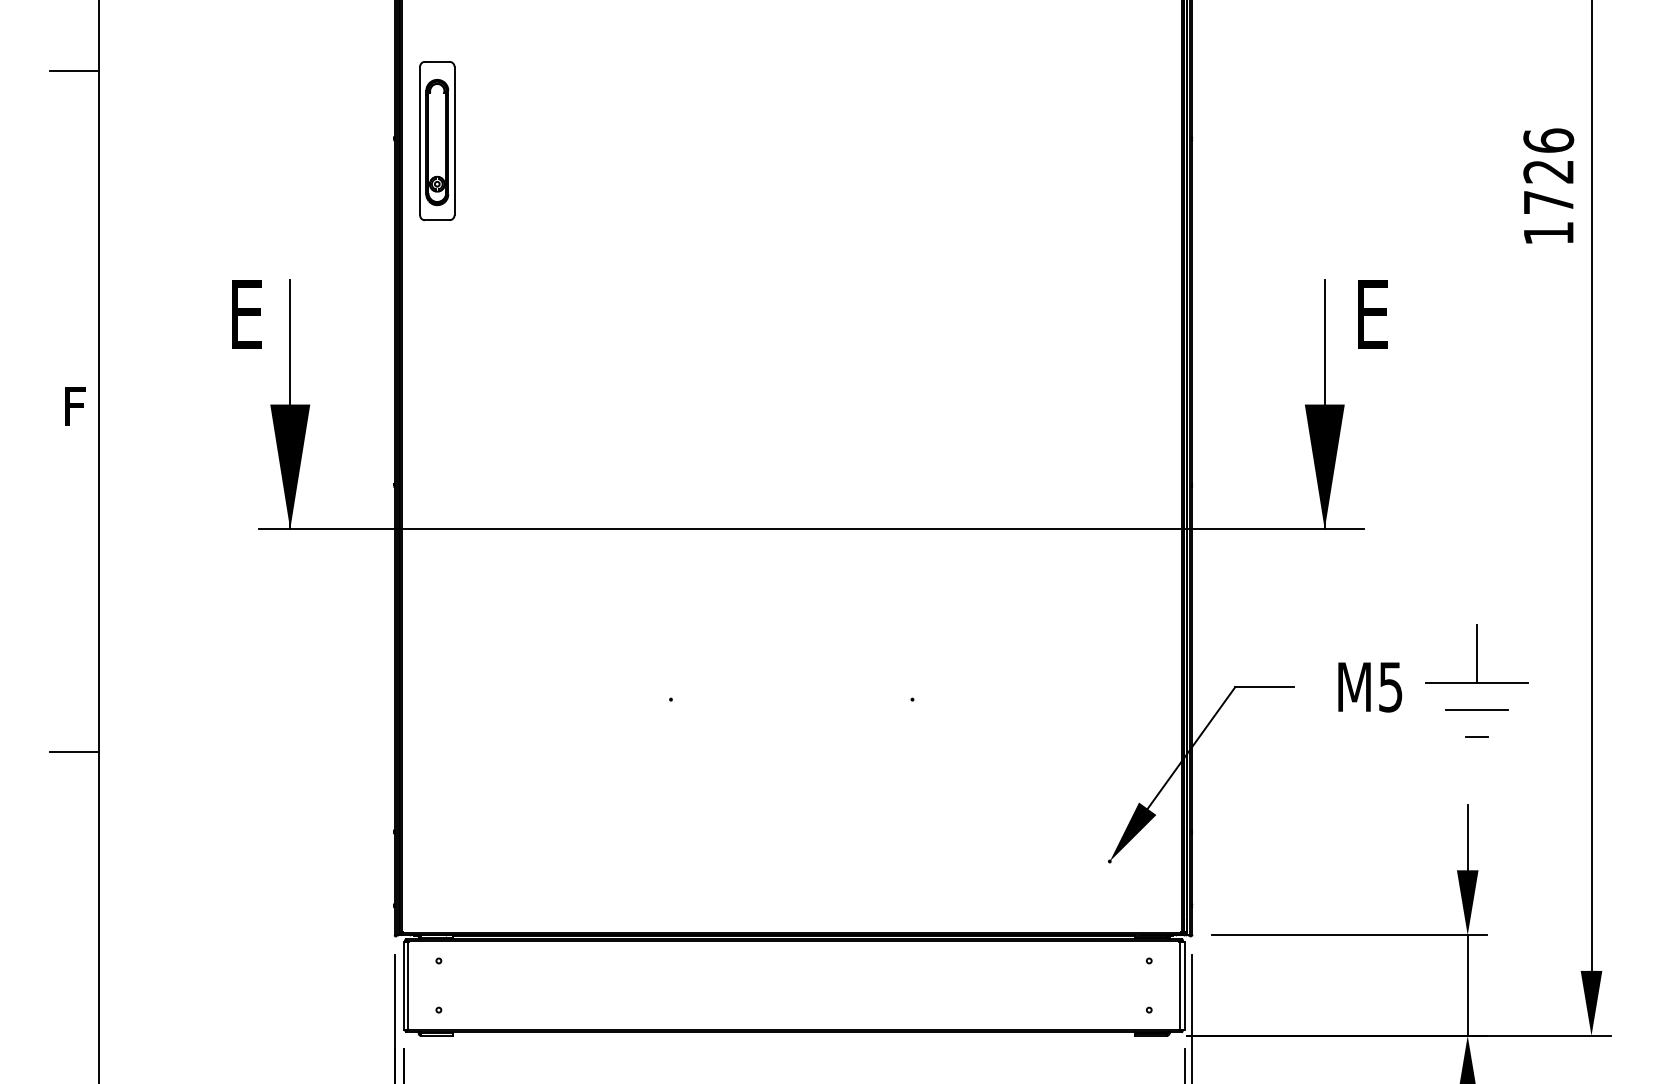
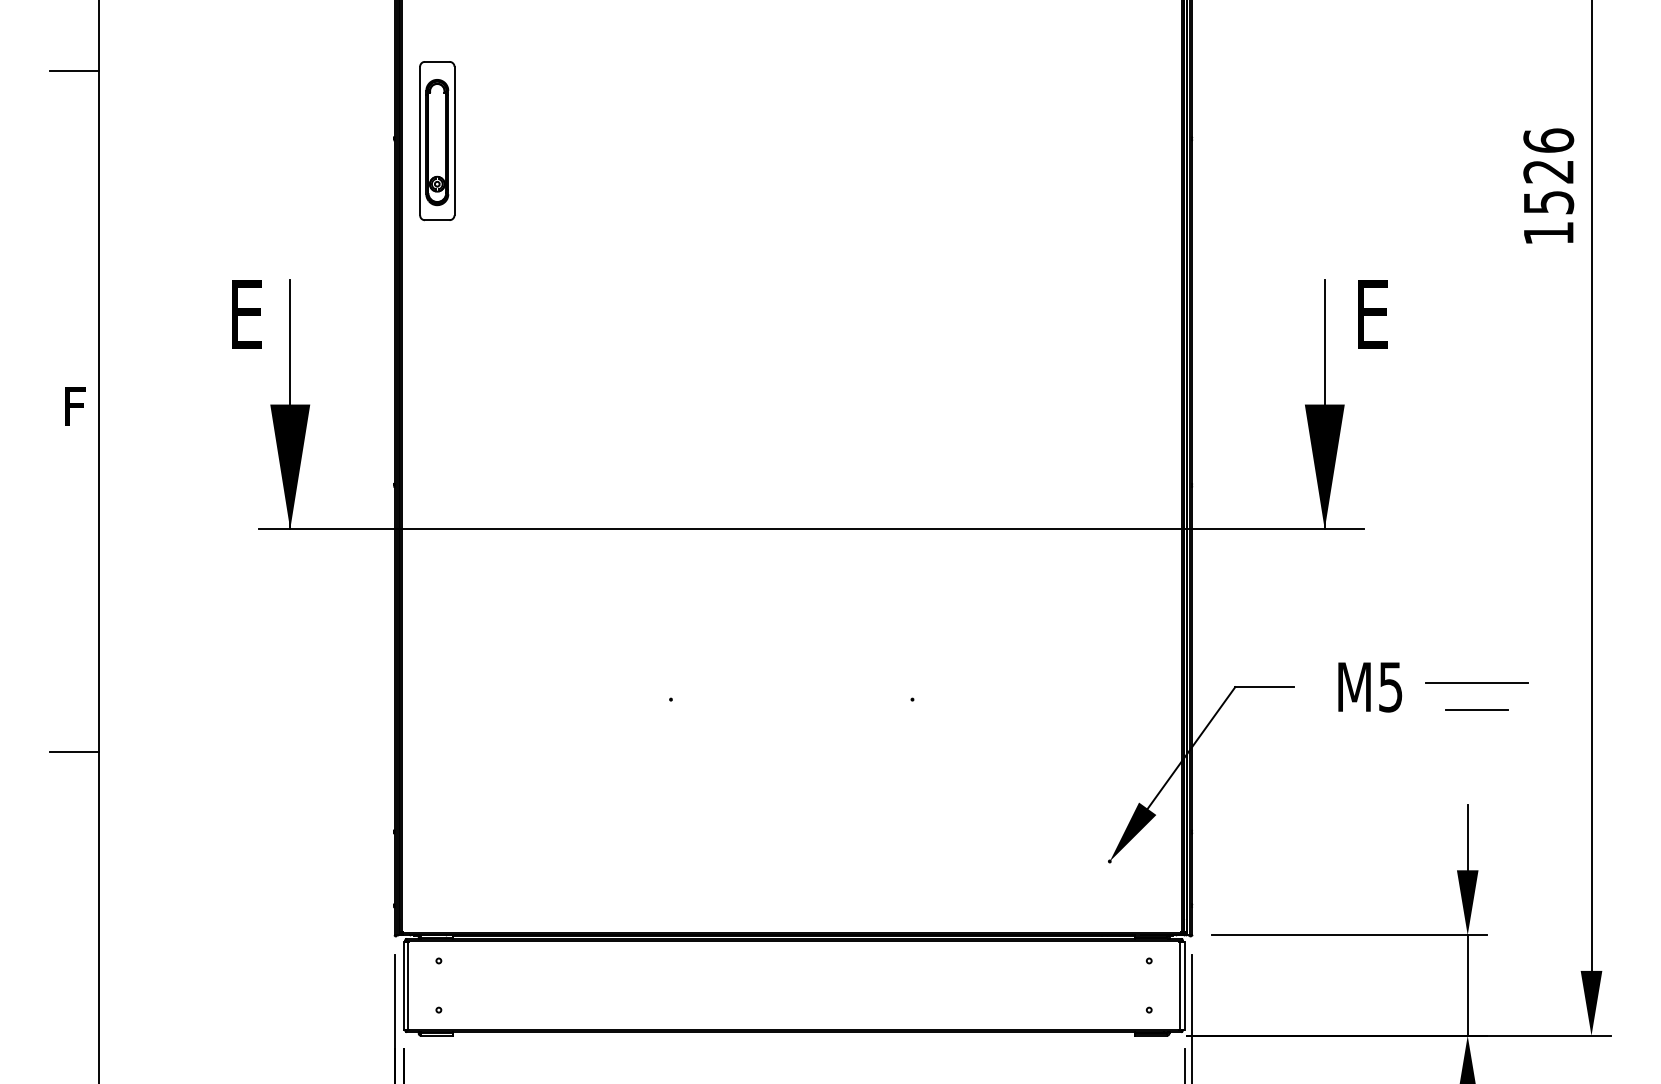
text at (1549, 202): 1726 -> 1526
line at (1476, 653): present -> none
line at (1476, 736): present -> none
